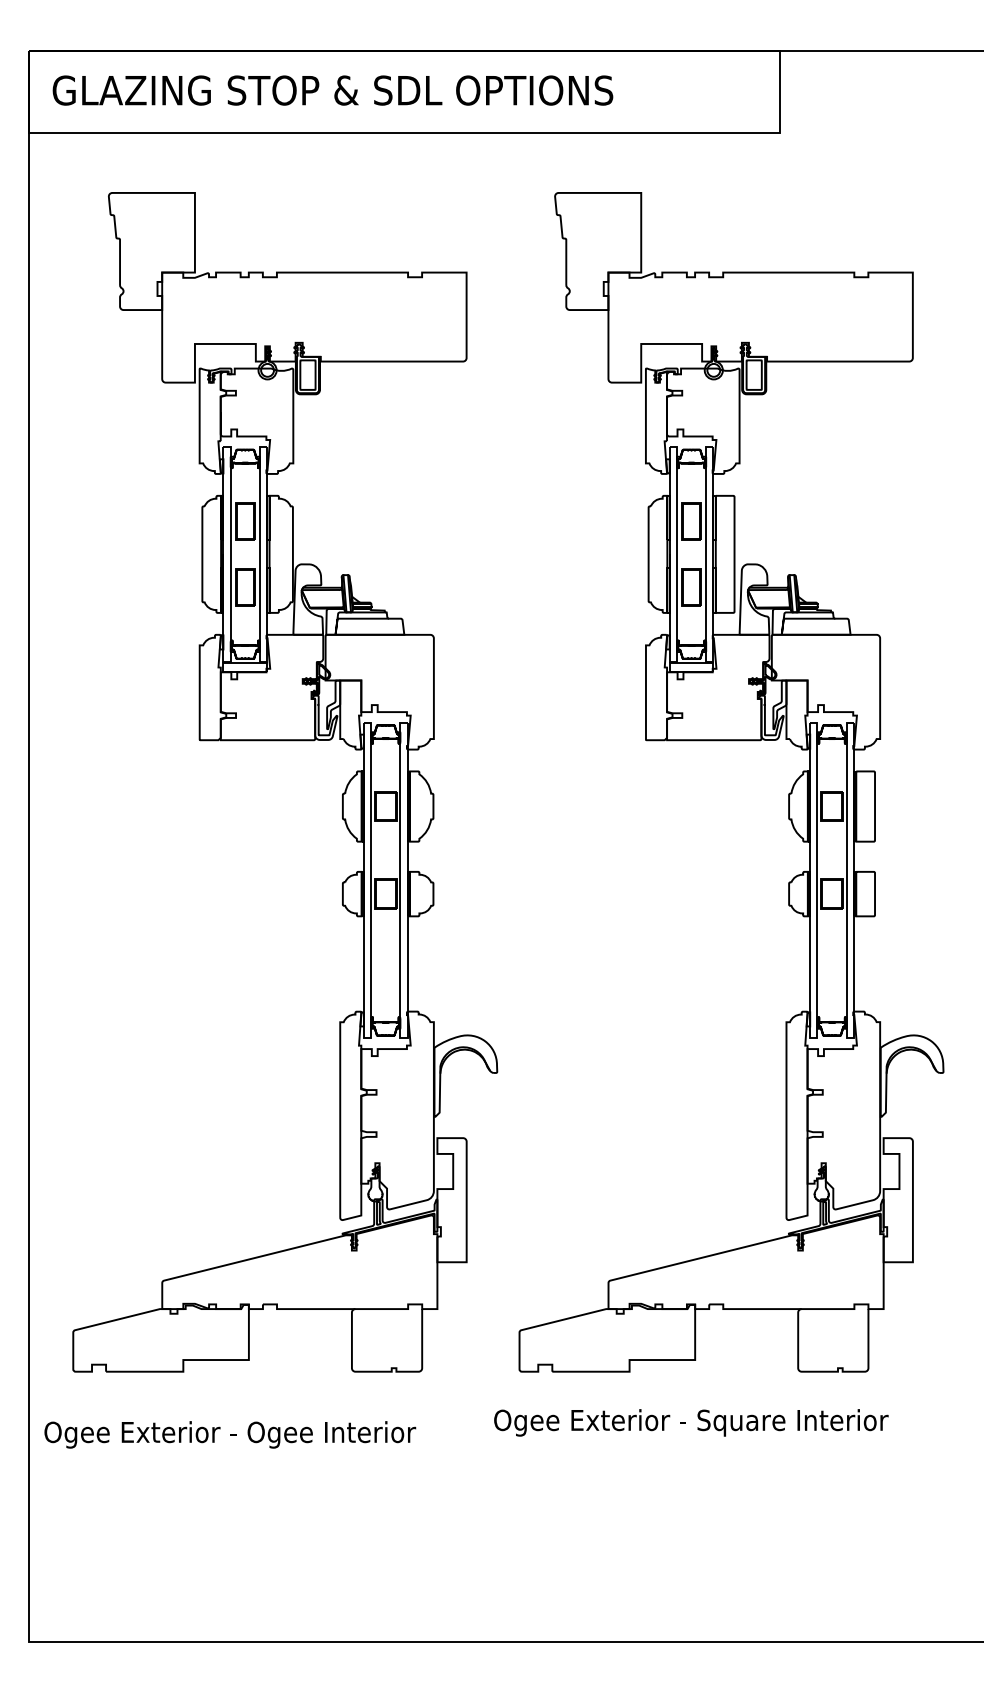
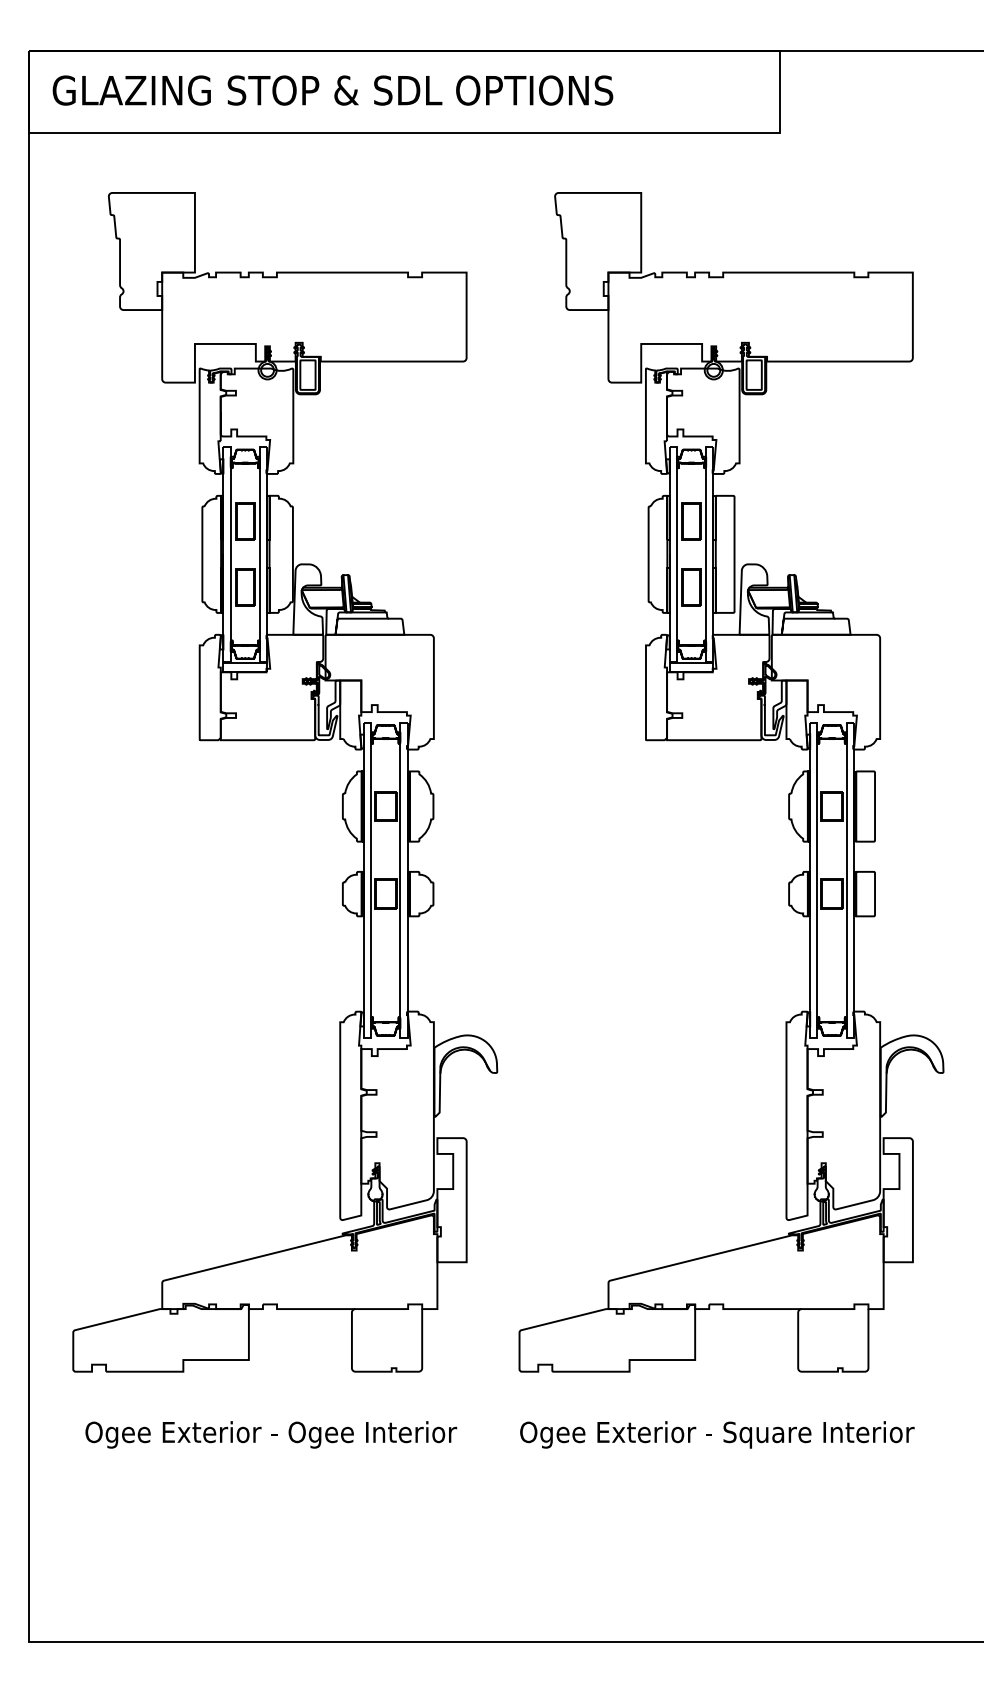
text at (691, 1422) position: (691, 1422) -> (717, 1434)
text at (230, 1434) position: (230, 1434) -> (271, 1434)
